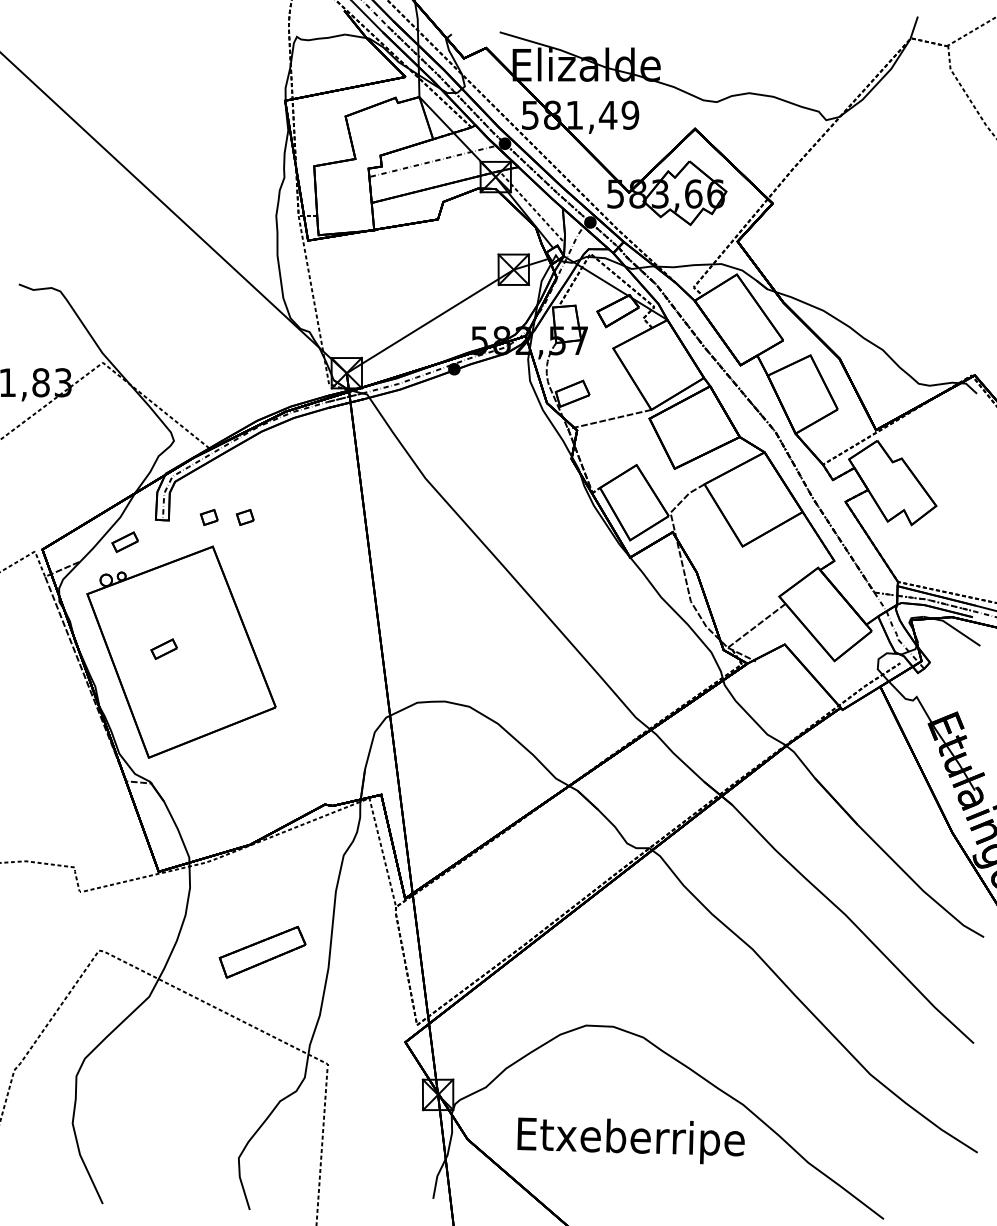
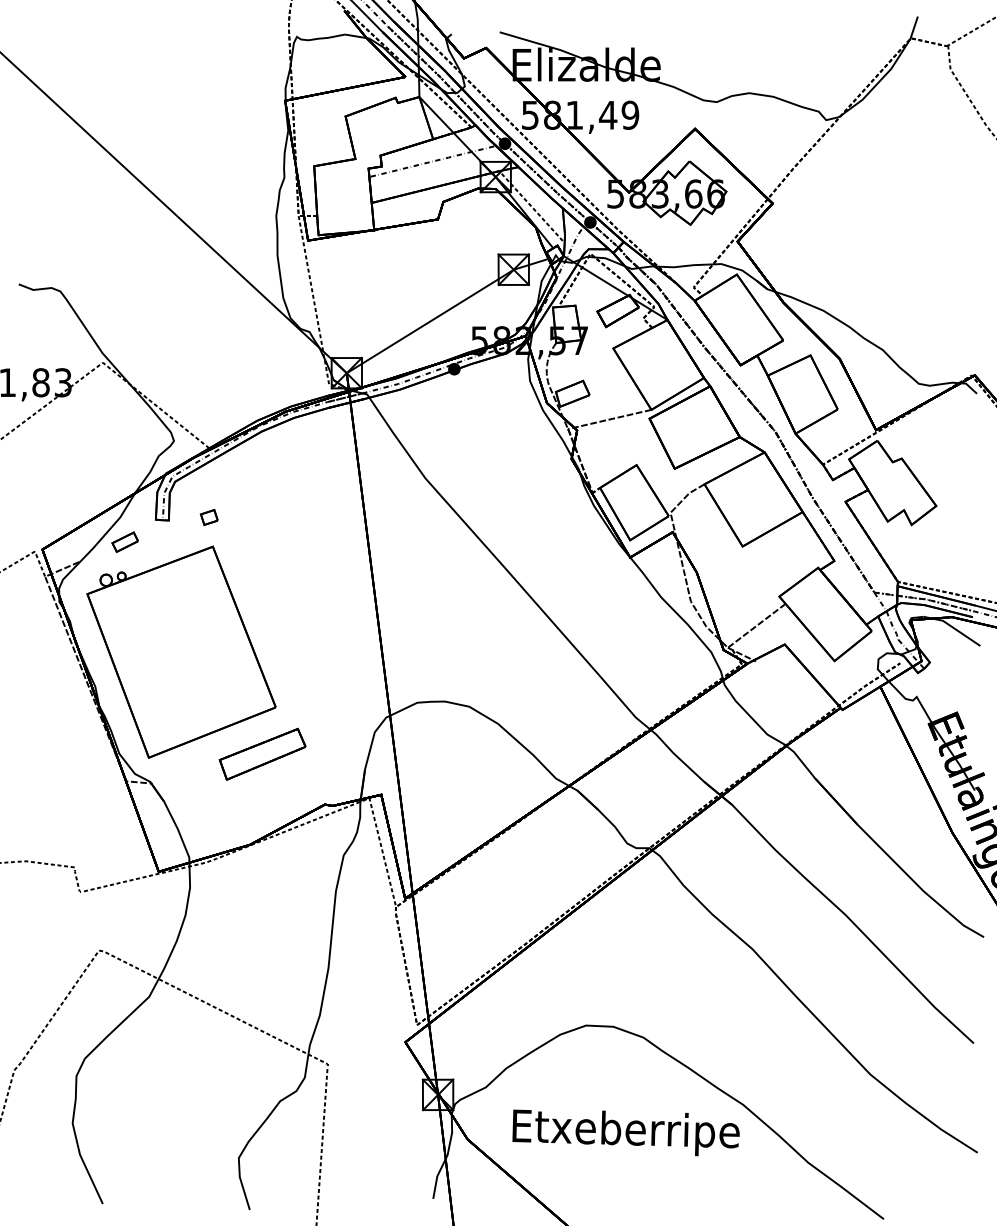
part at (245, 517): present -> none
part at (163, 648): present -> none
part at (262, 951) position: (262, 951) -> (262, 753)
text at (630, 1140) position: (630, 1140) -> (625, 1132)
